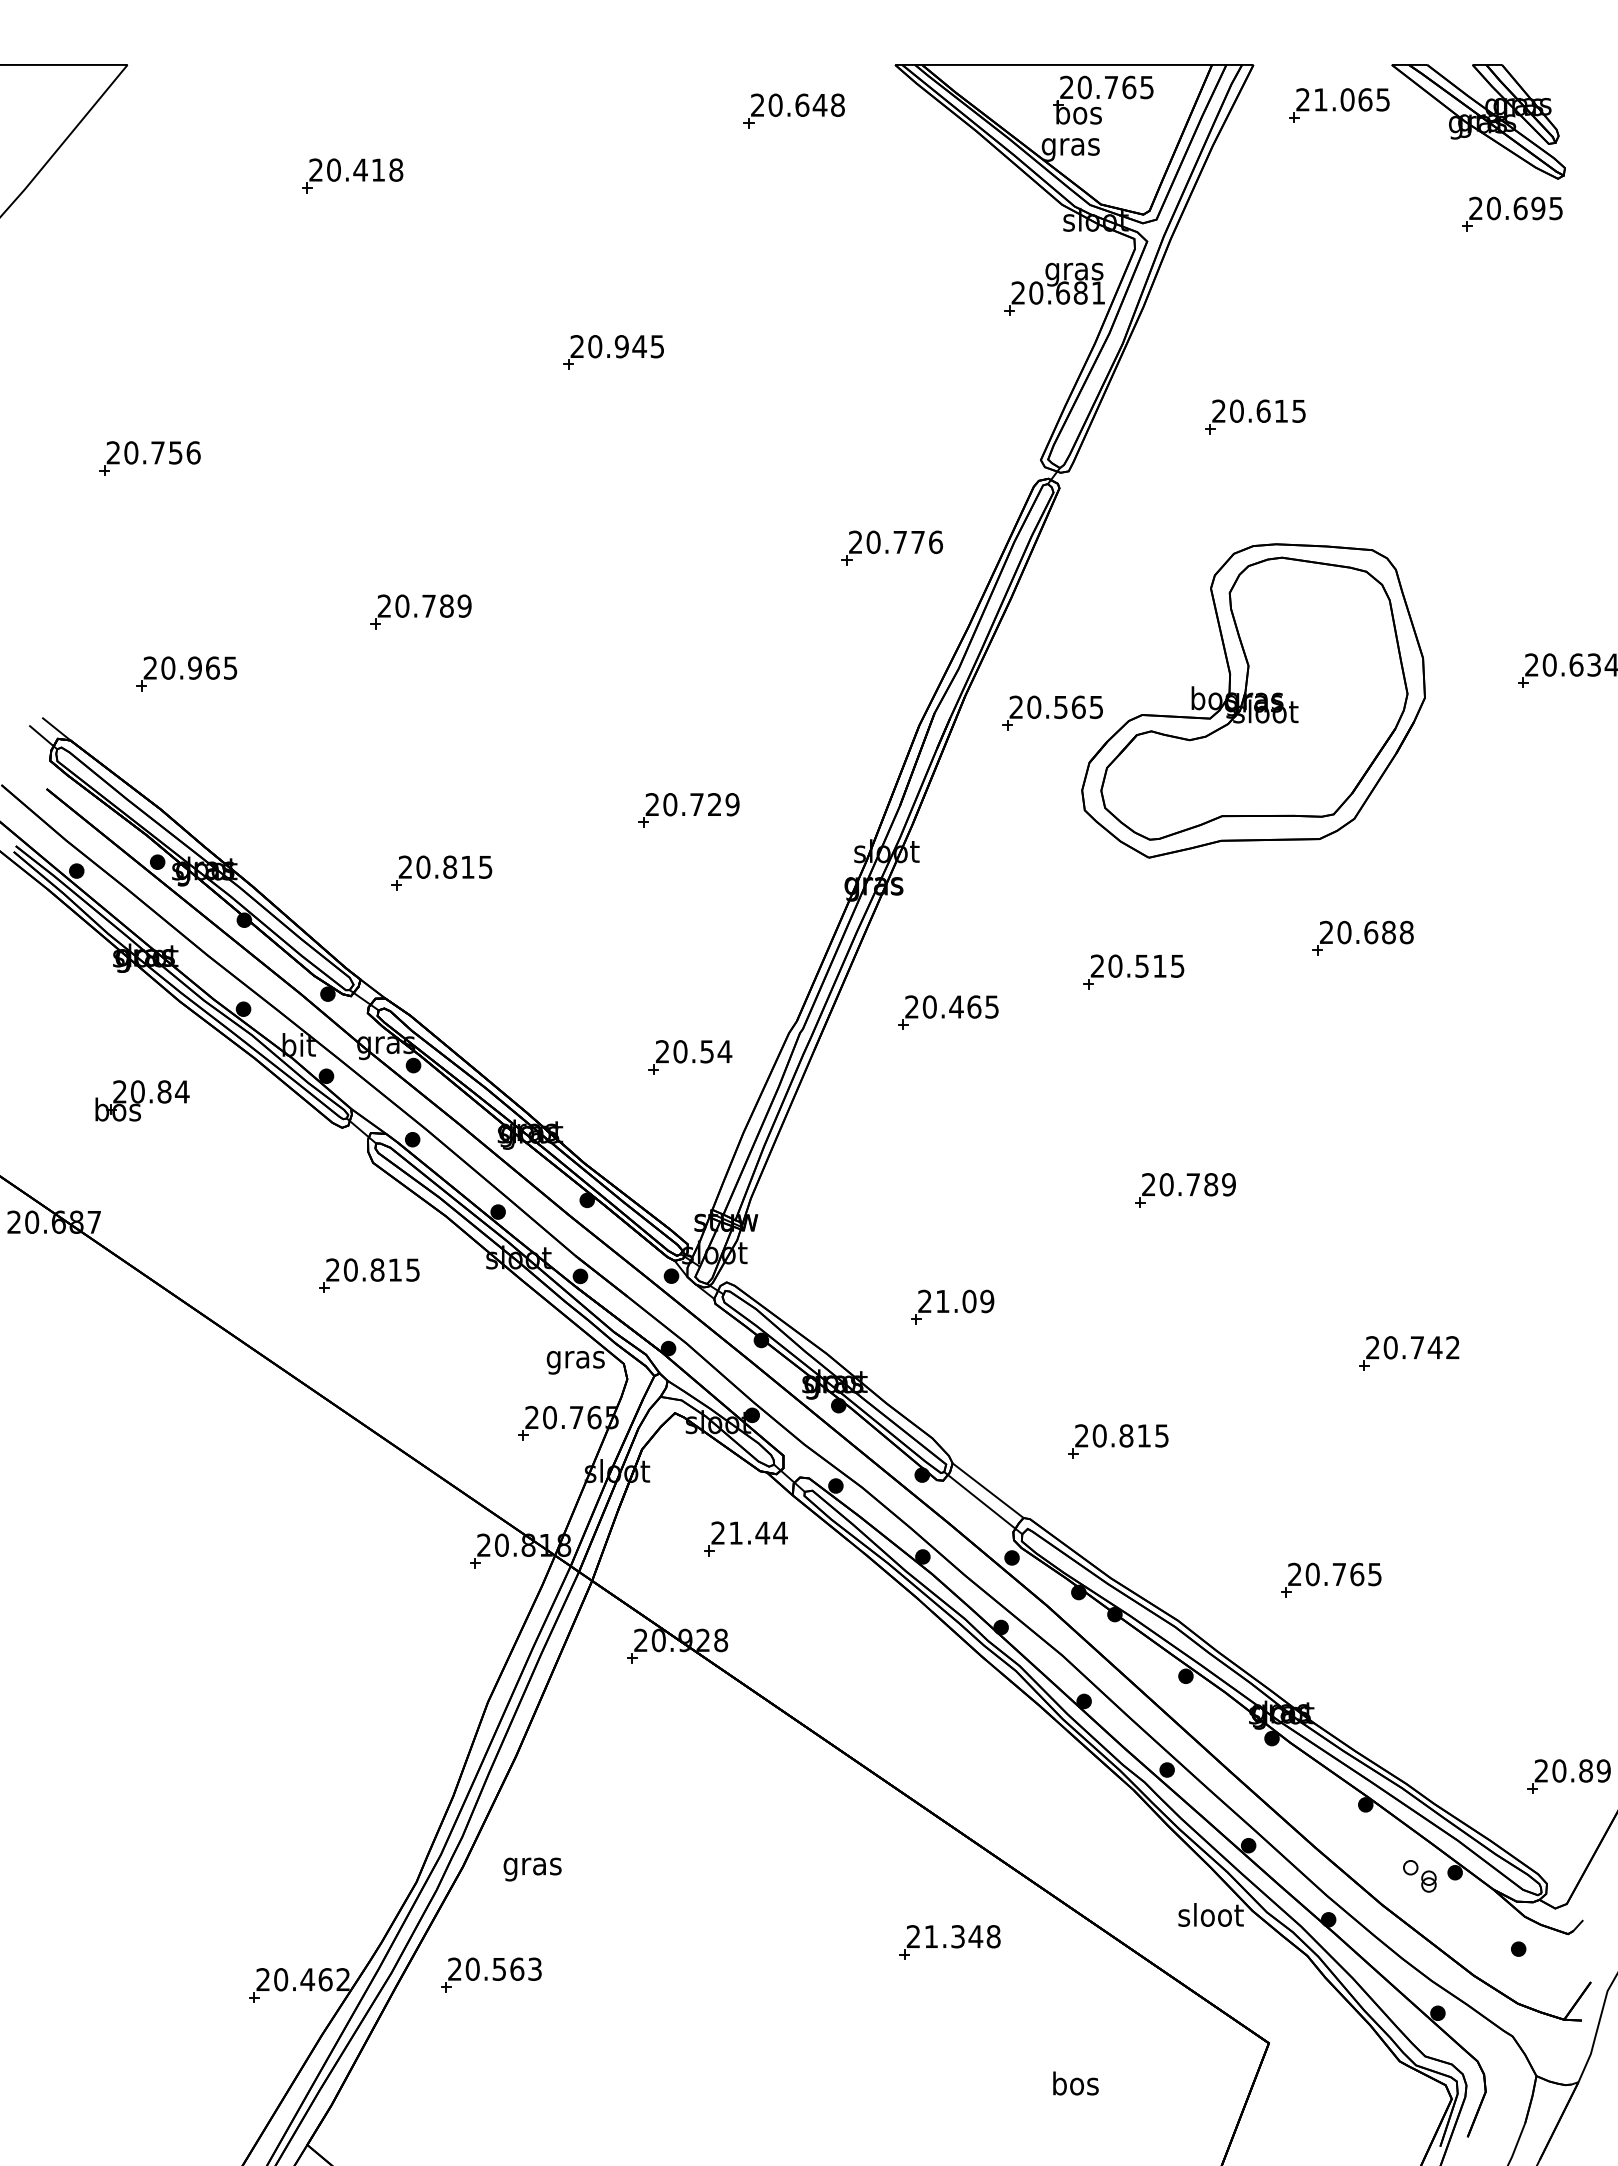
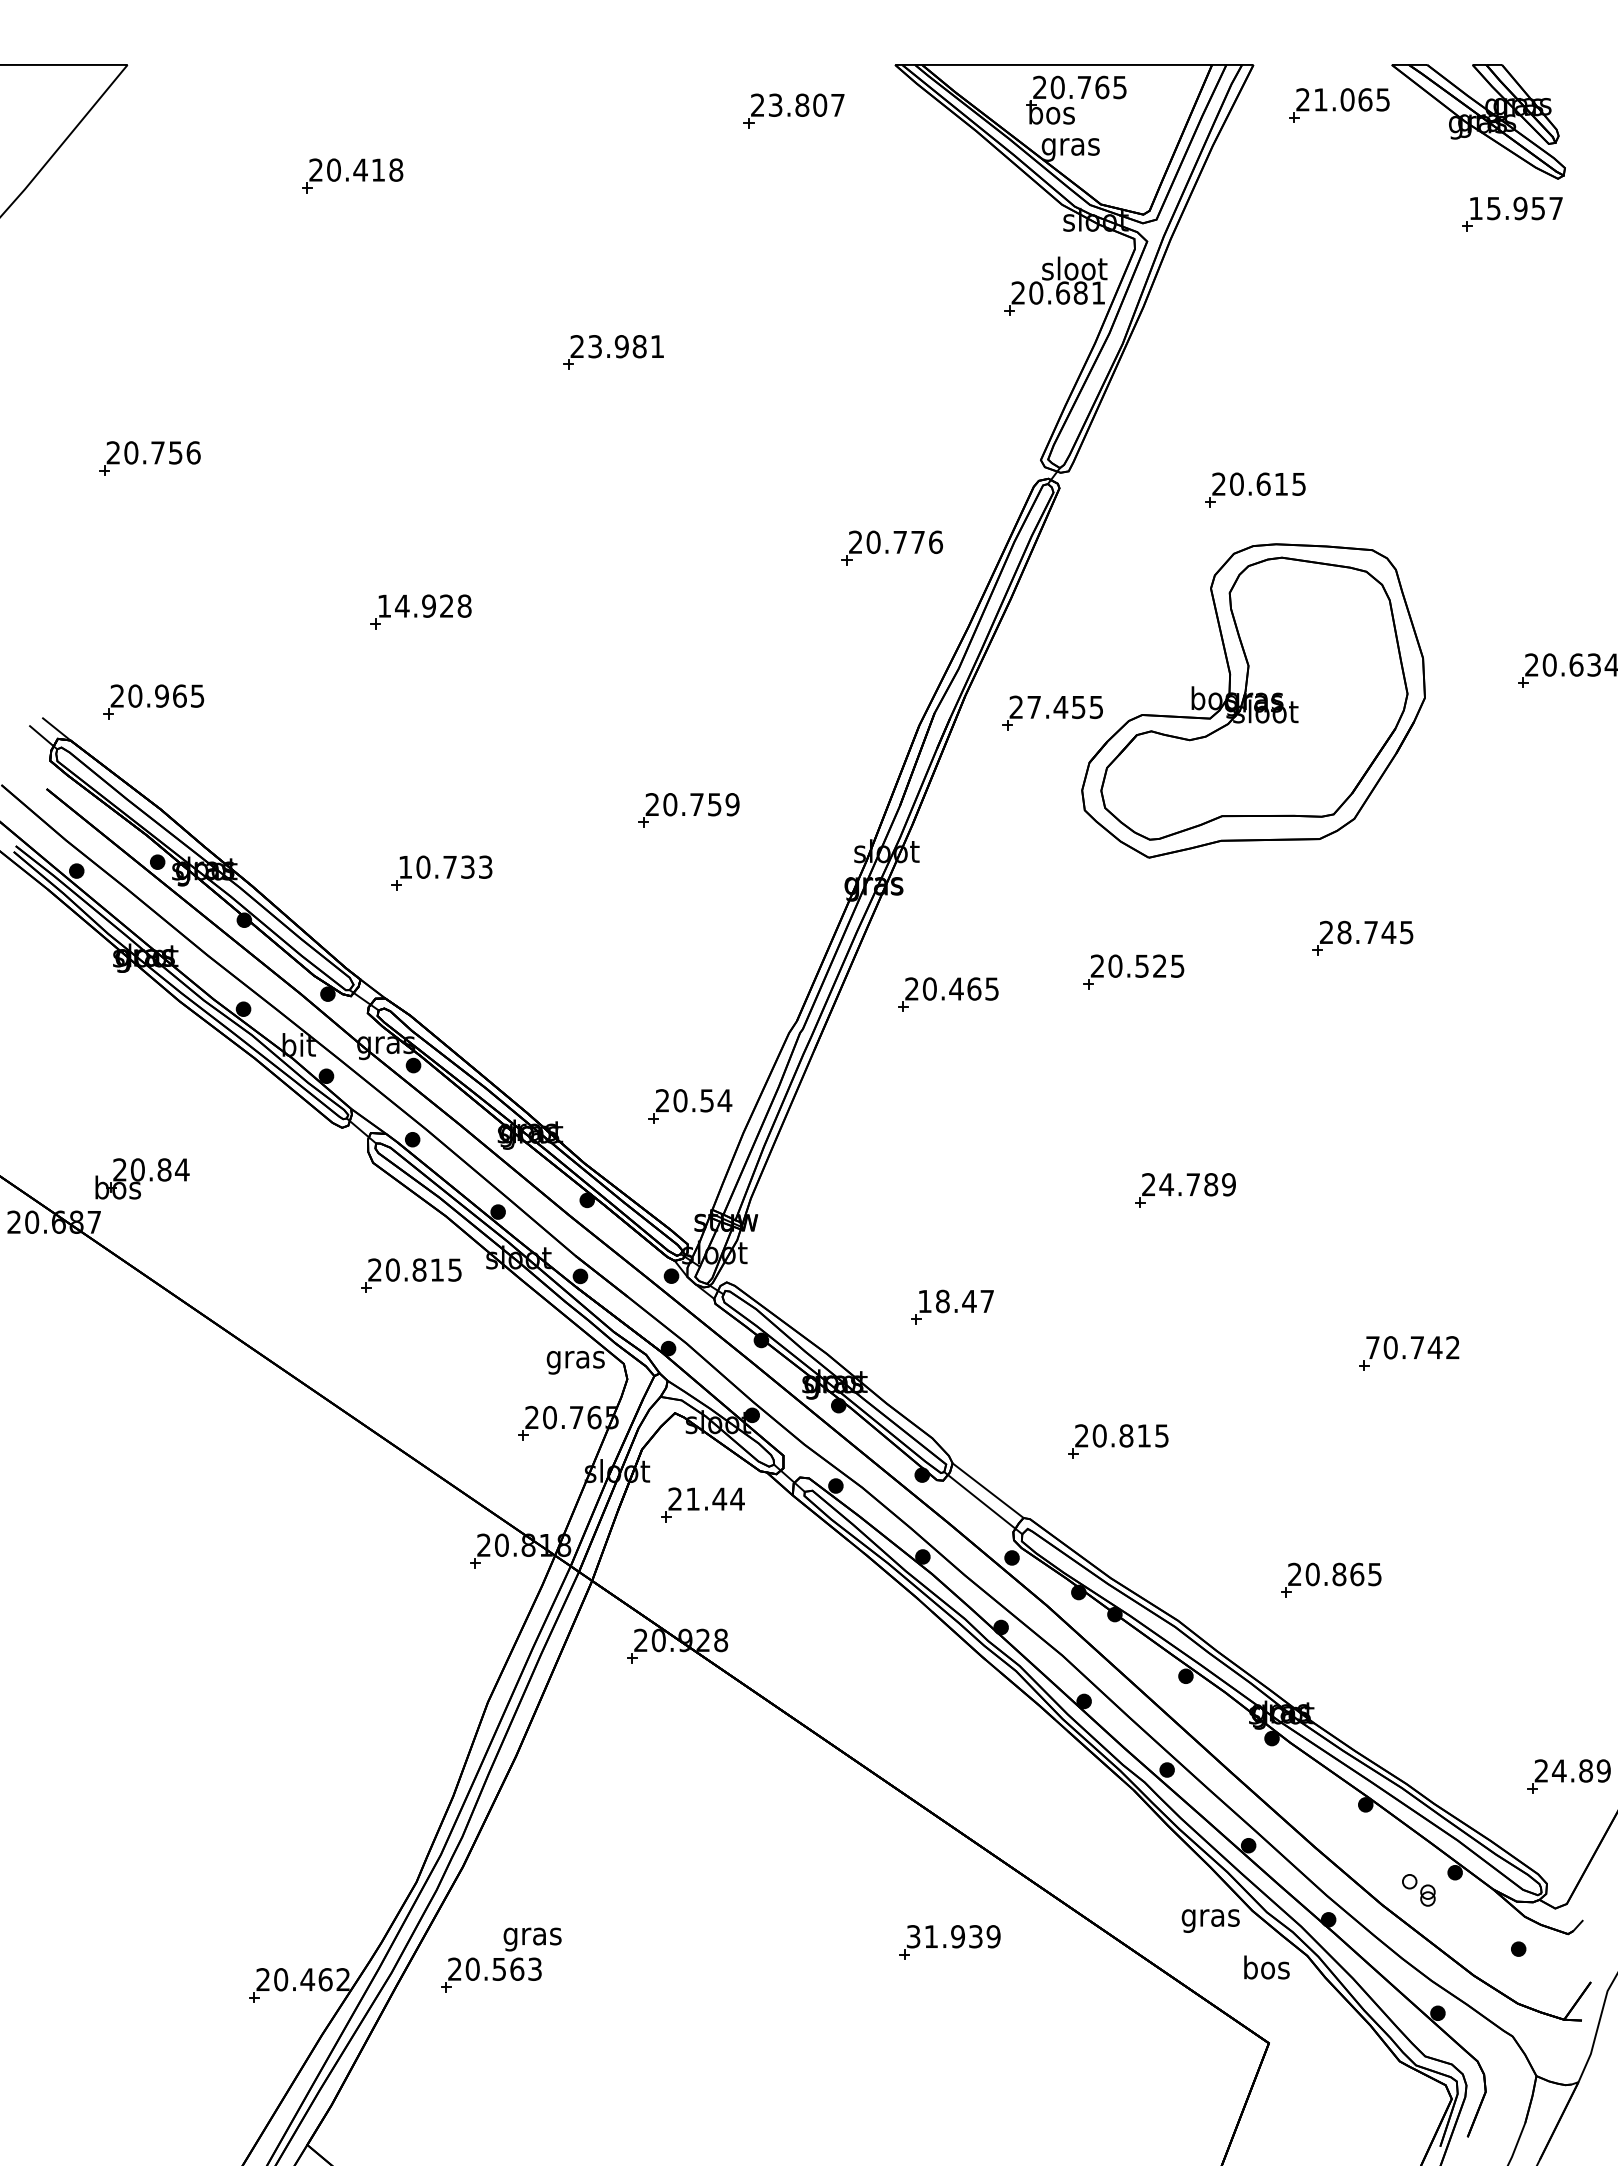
part at (1103, 99) position: (1103, 99) -> (1076, 99)
text at (806, 104): 20.648 -> 23.807
text at (1515, 208): 20.695 -> 15.957
text at (1074, 271): gras -> sloot
text at (625, 346): 20.945 -> 23.981
part at (1255, 416) position: (1255, 416) -> (1255, 489)
text at (424, 605): 20.789 -> 14.928
part at (186, 673) position: (186, 673) -> (153, 701)
text at (1056, 707): 20.565 -> 27.455
text at (714, 804): 20.729 -> 20.759
text at (445, 866): 20.815 -> 10.733
text at (1375, 932): 20.688 -> 28.745
text at (1159, 965): 20.515 -> 20.525
part at (948, 1012) position: (948, 1012) -> (948, 994)
part at (690, 1057) position: (690, 1057) -> (690, 1106)
part at (142, 1100) position: (142, 1100) -> (142, 1178)
text at (1166, 1184): 20.789 -> 24.789
part at (369, 1275) position: (369, 1275) -> (411, 1275)
text at (956, 1301): 21.09 -> 18.47
text at (1372, 1347): 20.742 -> 70.742
part at (745, 1538) position: (745, 1538) -> (702, 1504)
text at (1339, 1574): 20.765 -> 20.865
text at (1559, 1770): 20.89 -> 24.89
text at (532, 1869) position: (532, 1869) -> (532, 1939)
part at (1419, 1876) position: (1419, 1876) -> (1418, 1890)
text at (1210, 1917): sloot -> gras
text at (953, 1936): 21.348 -> 31.939
text at (1075, 2083) position: (1075, 2083) -> (1266, 1967)
